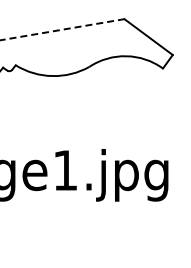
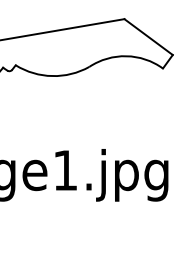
line at (62, 29): dashed -> solid
